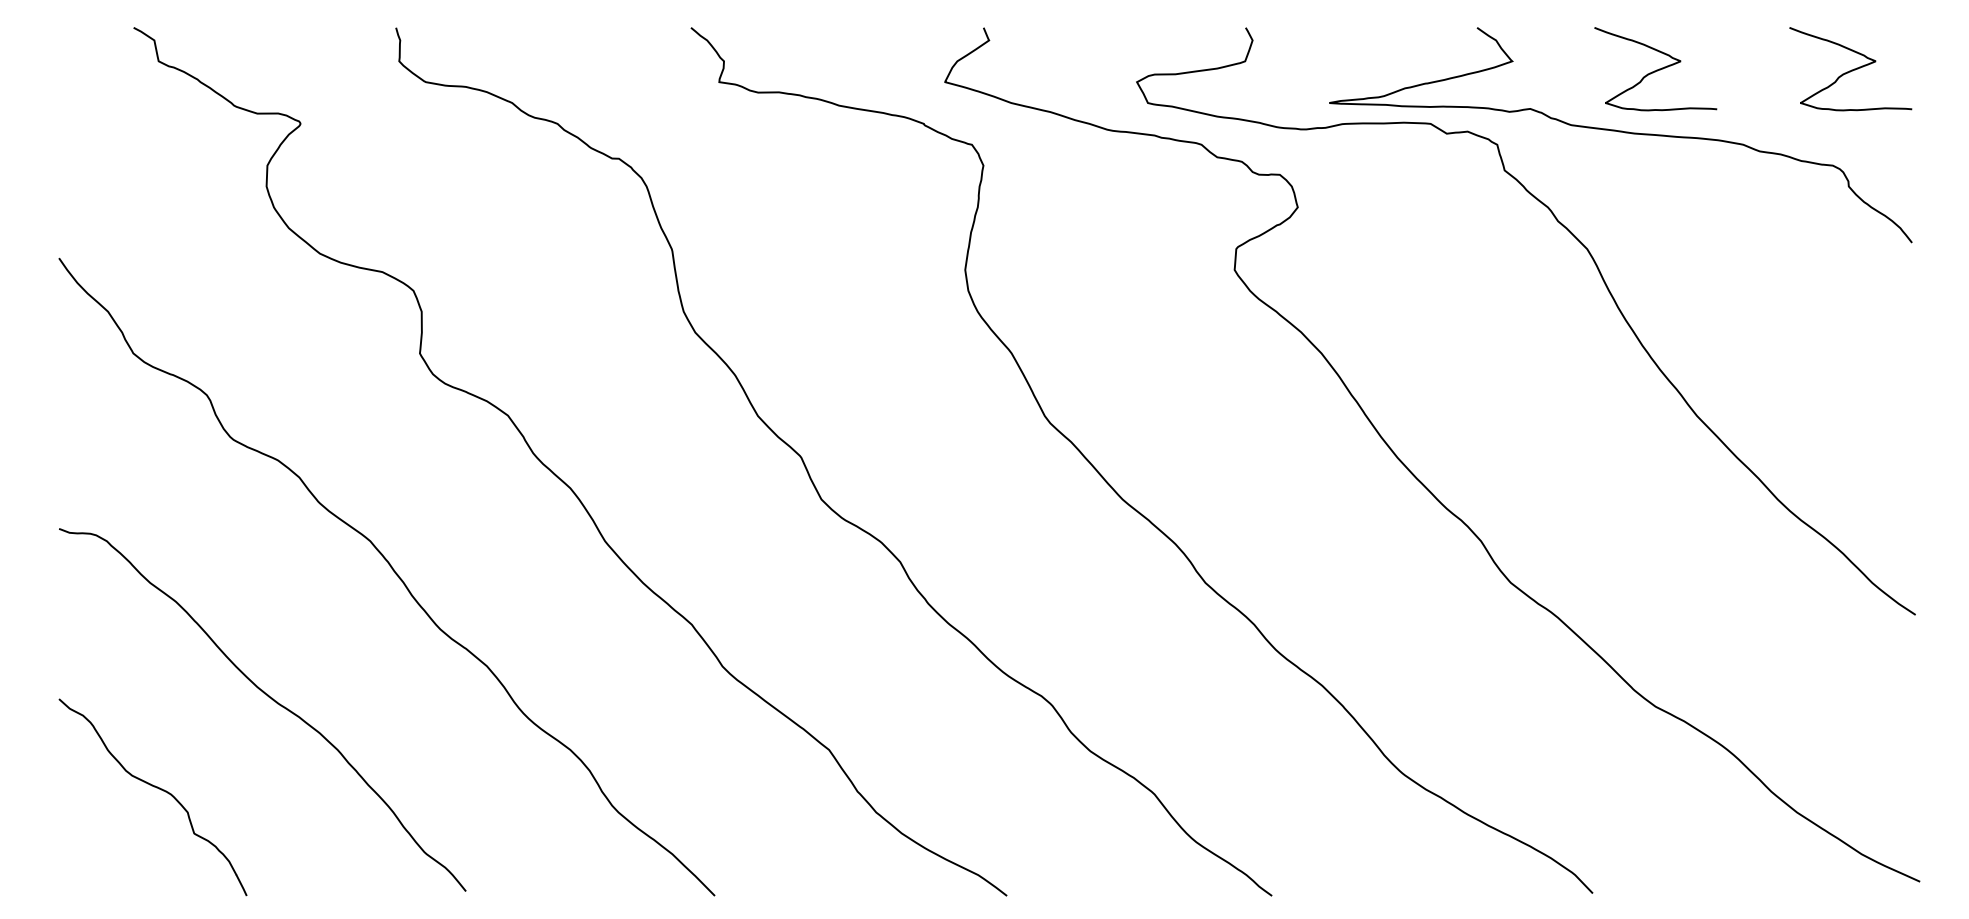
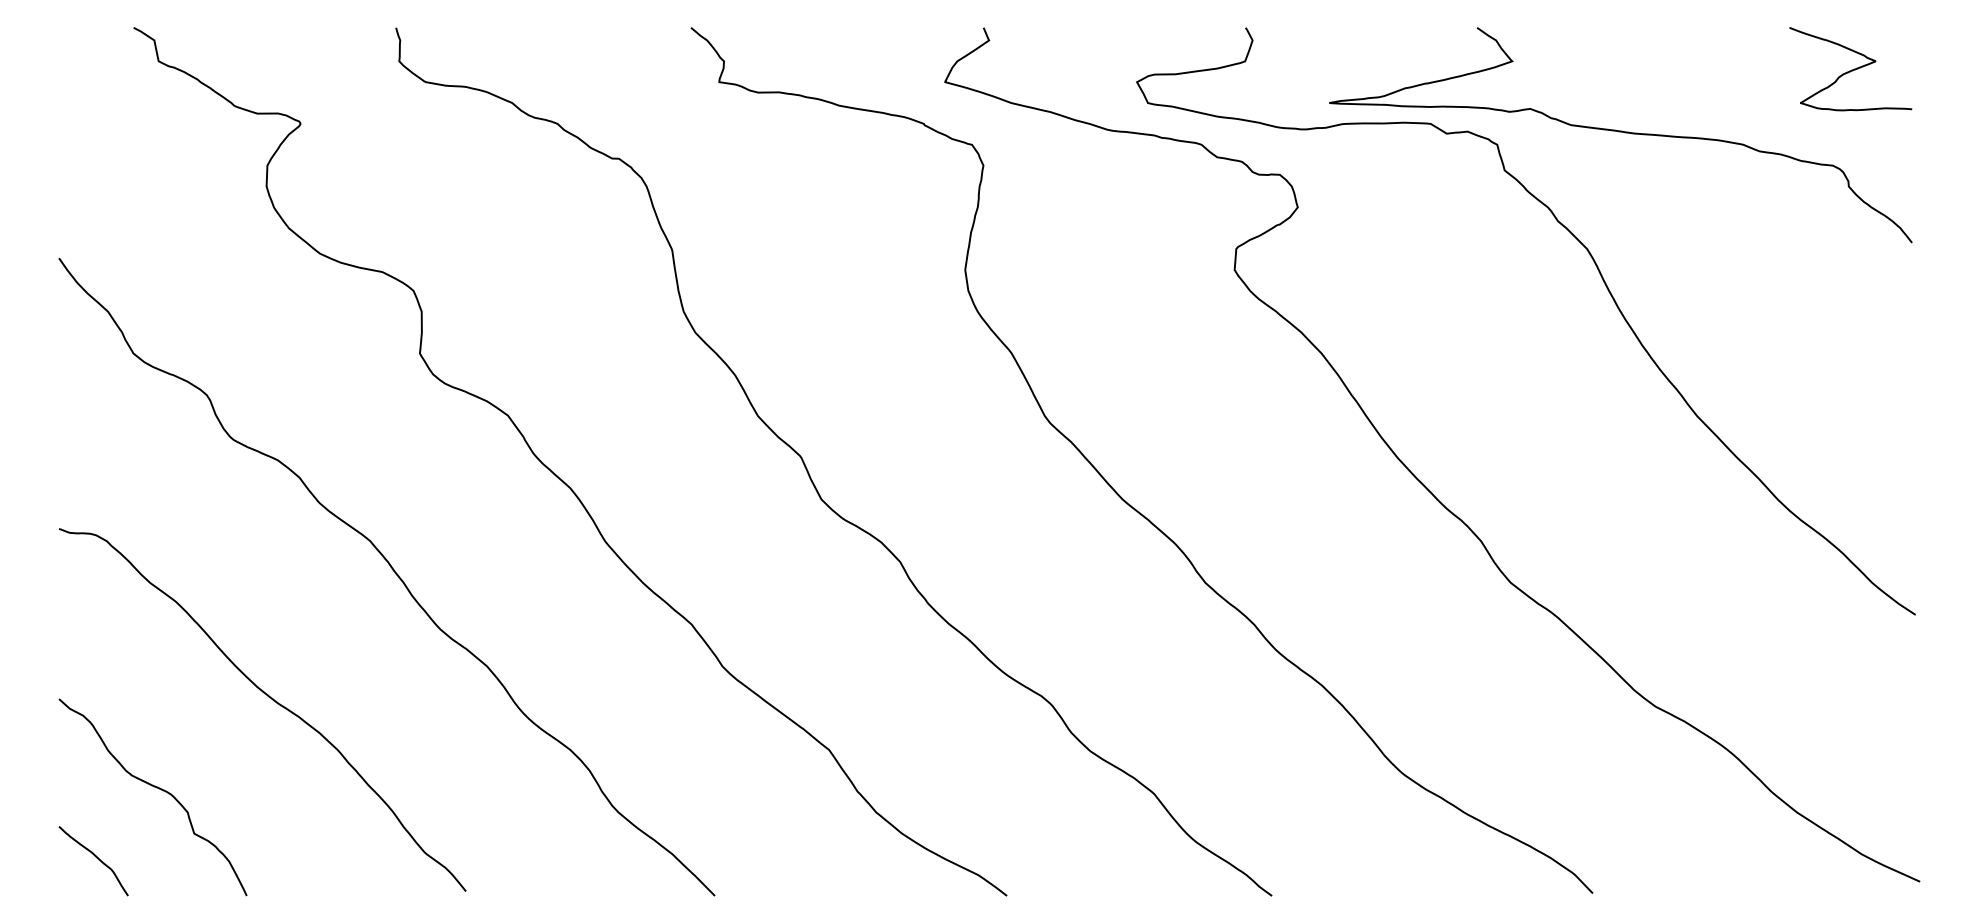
curve at (1656, 69): present -> none
curve at (96, 858): none -> present
